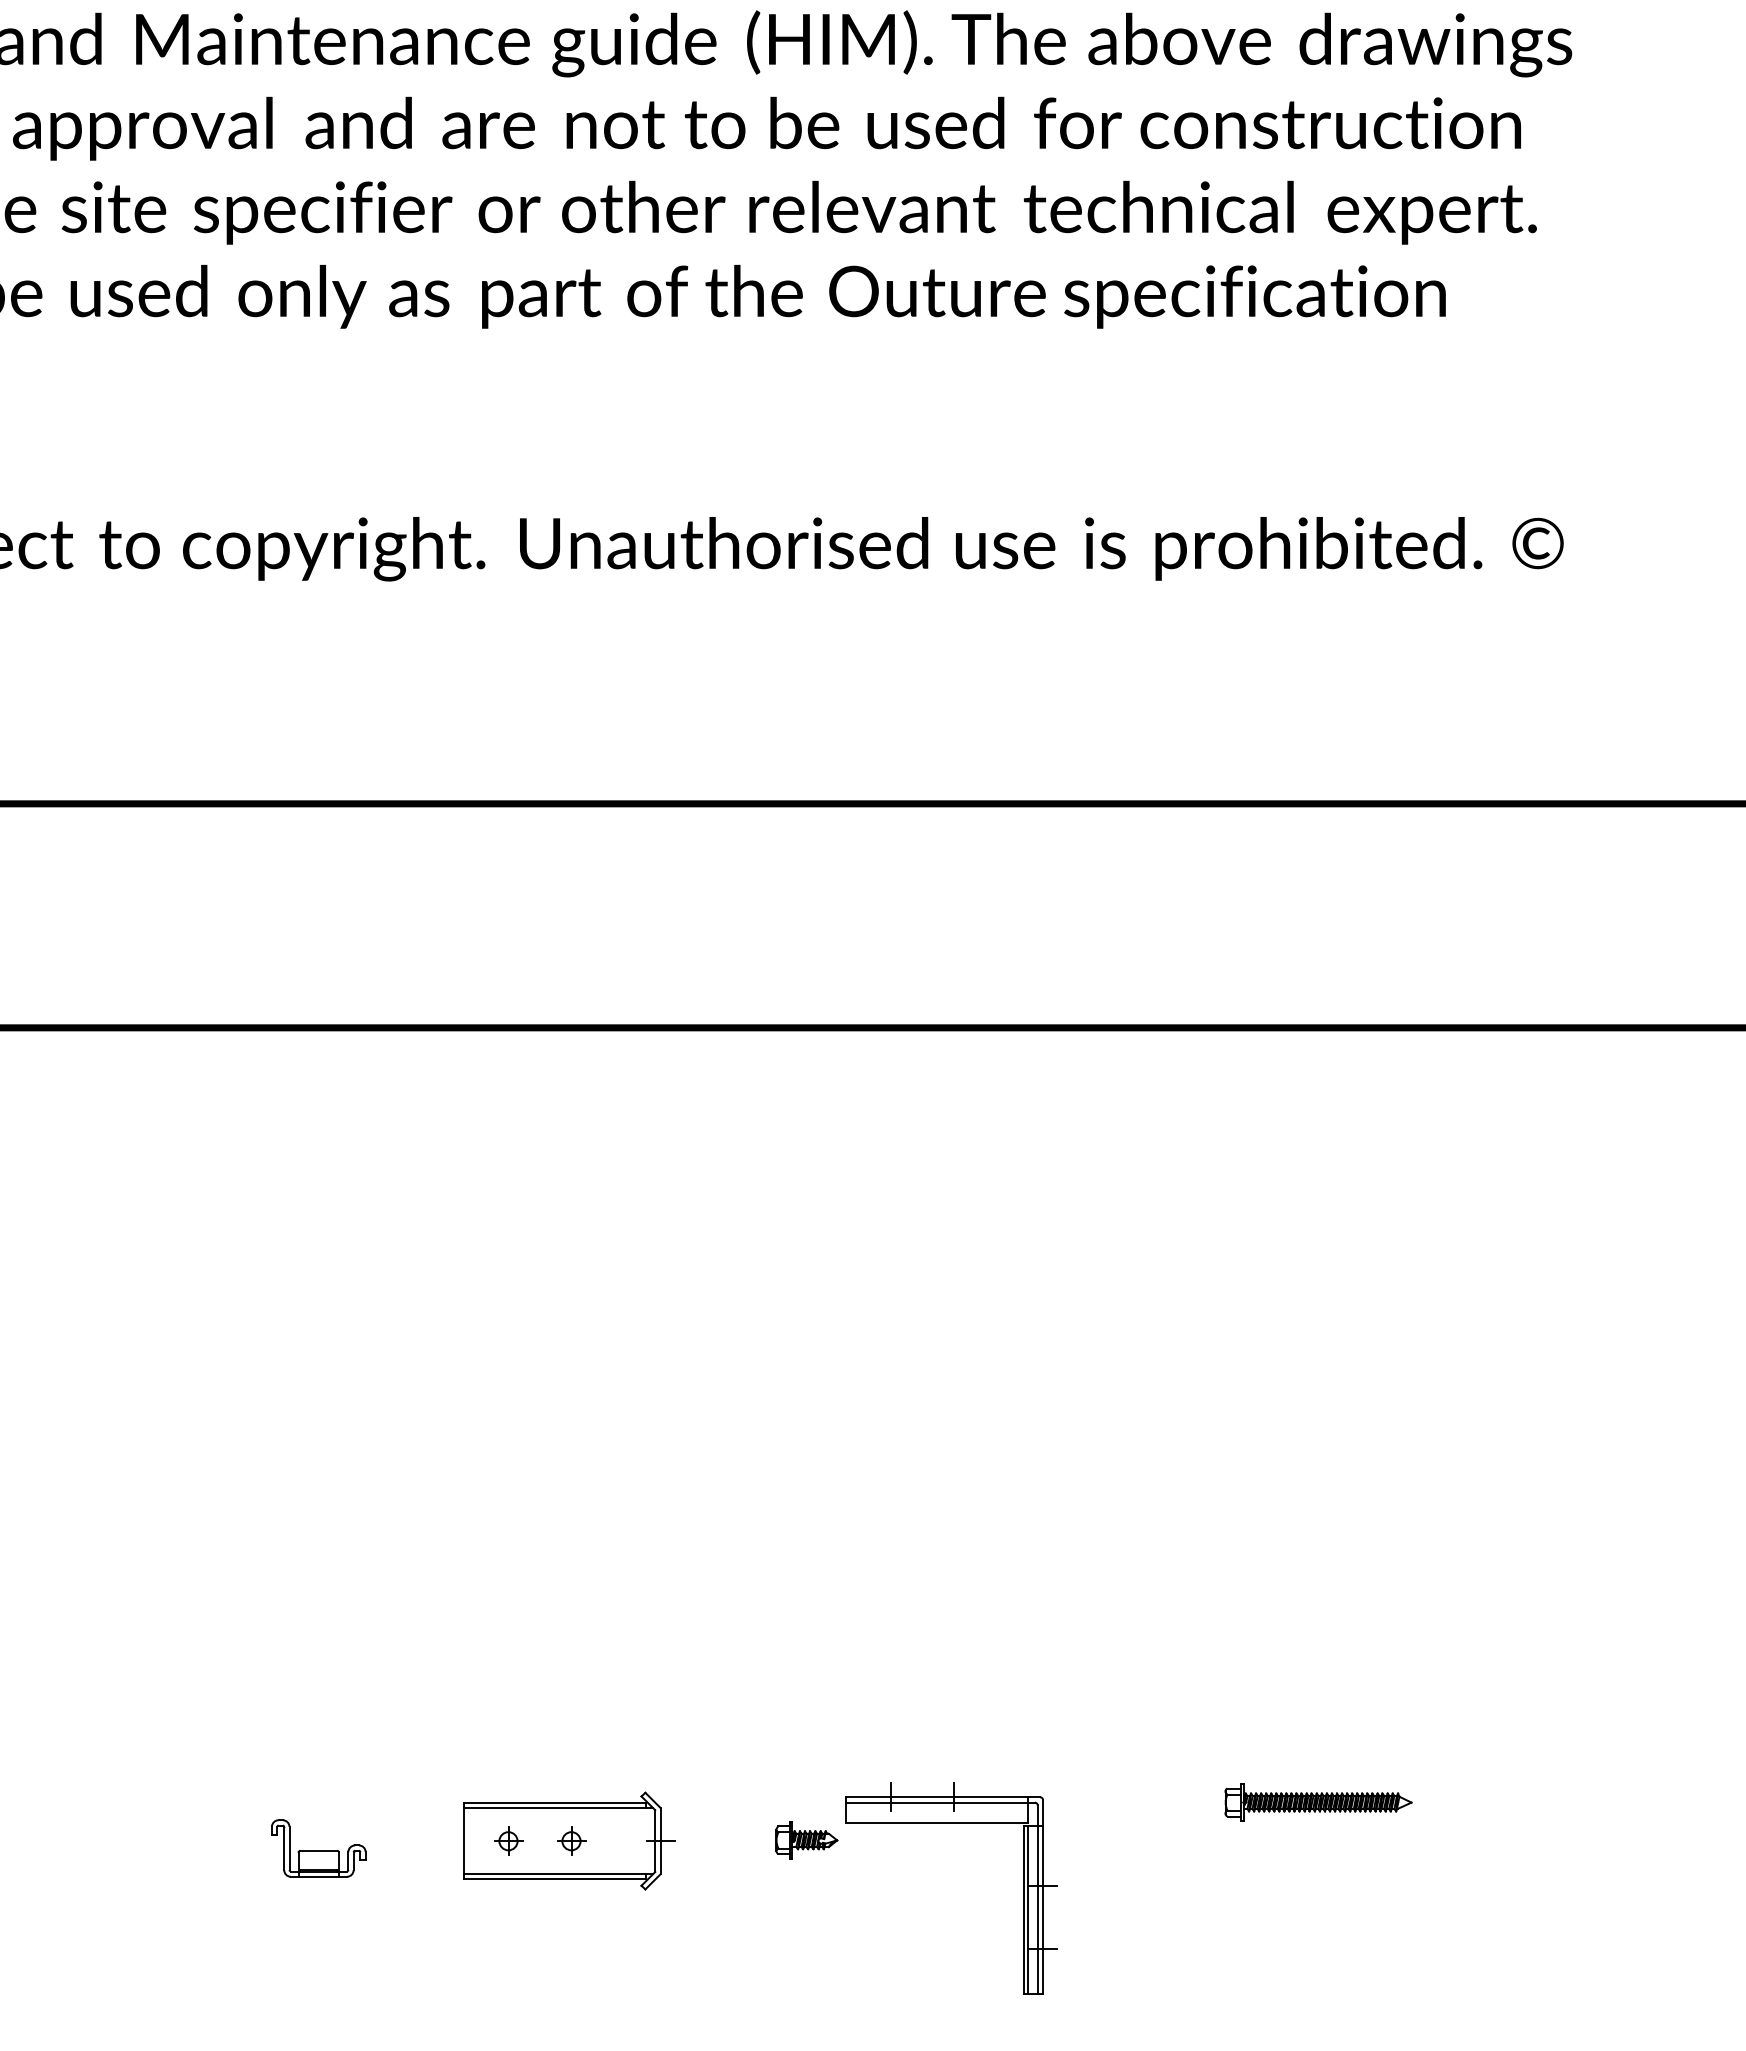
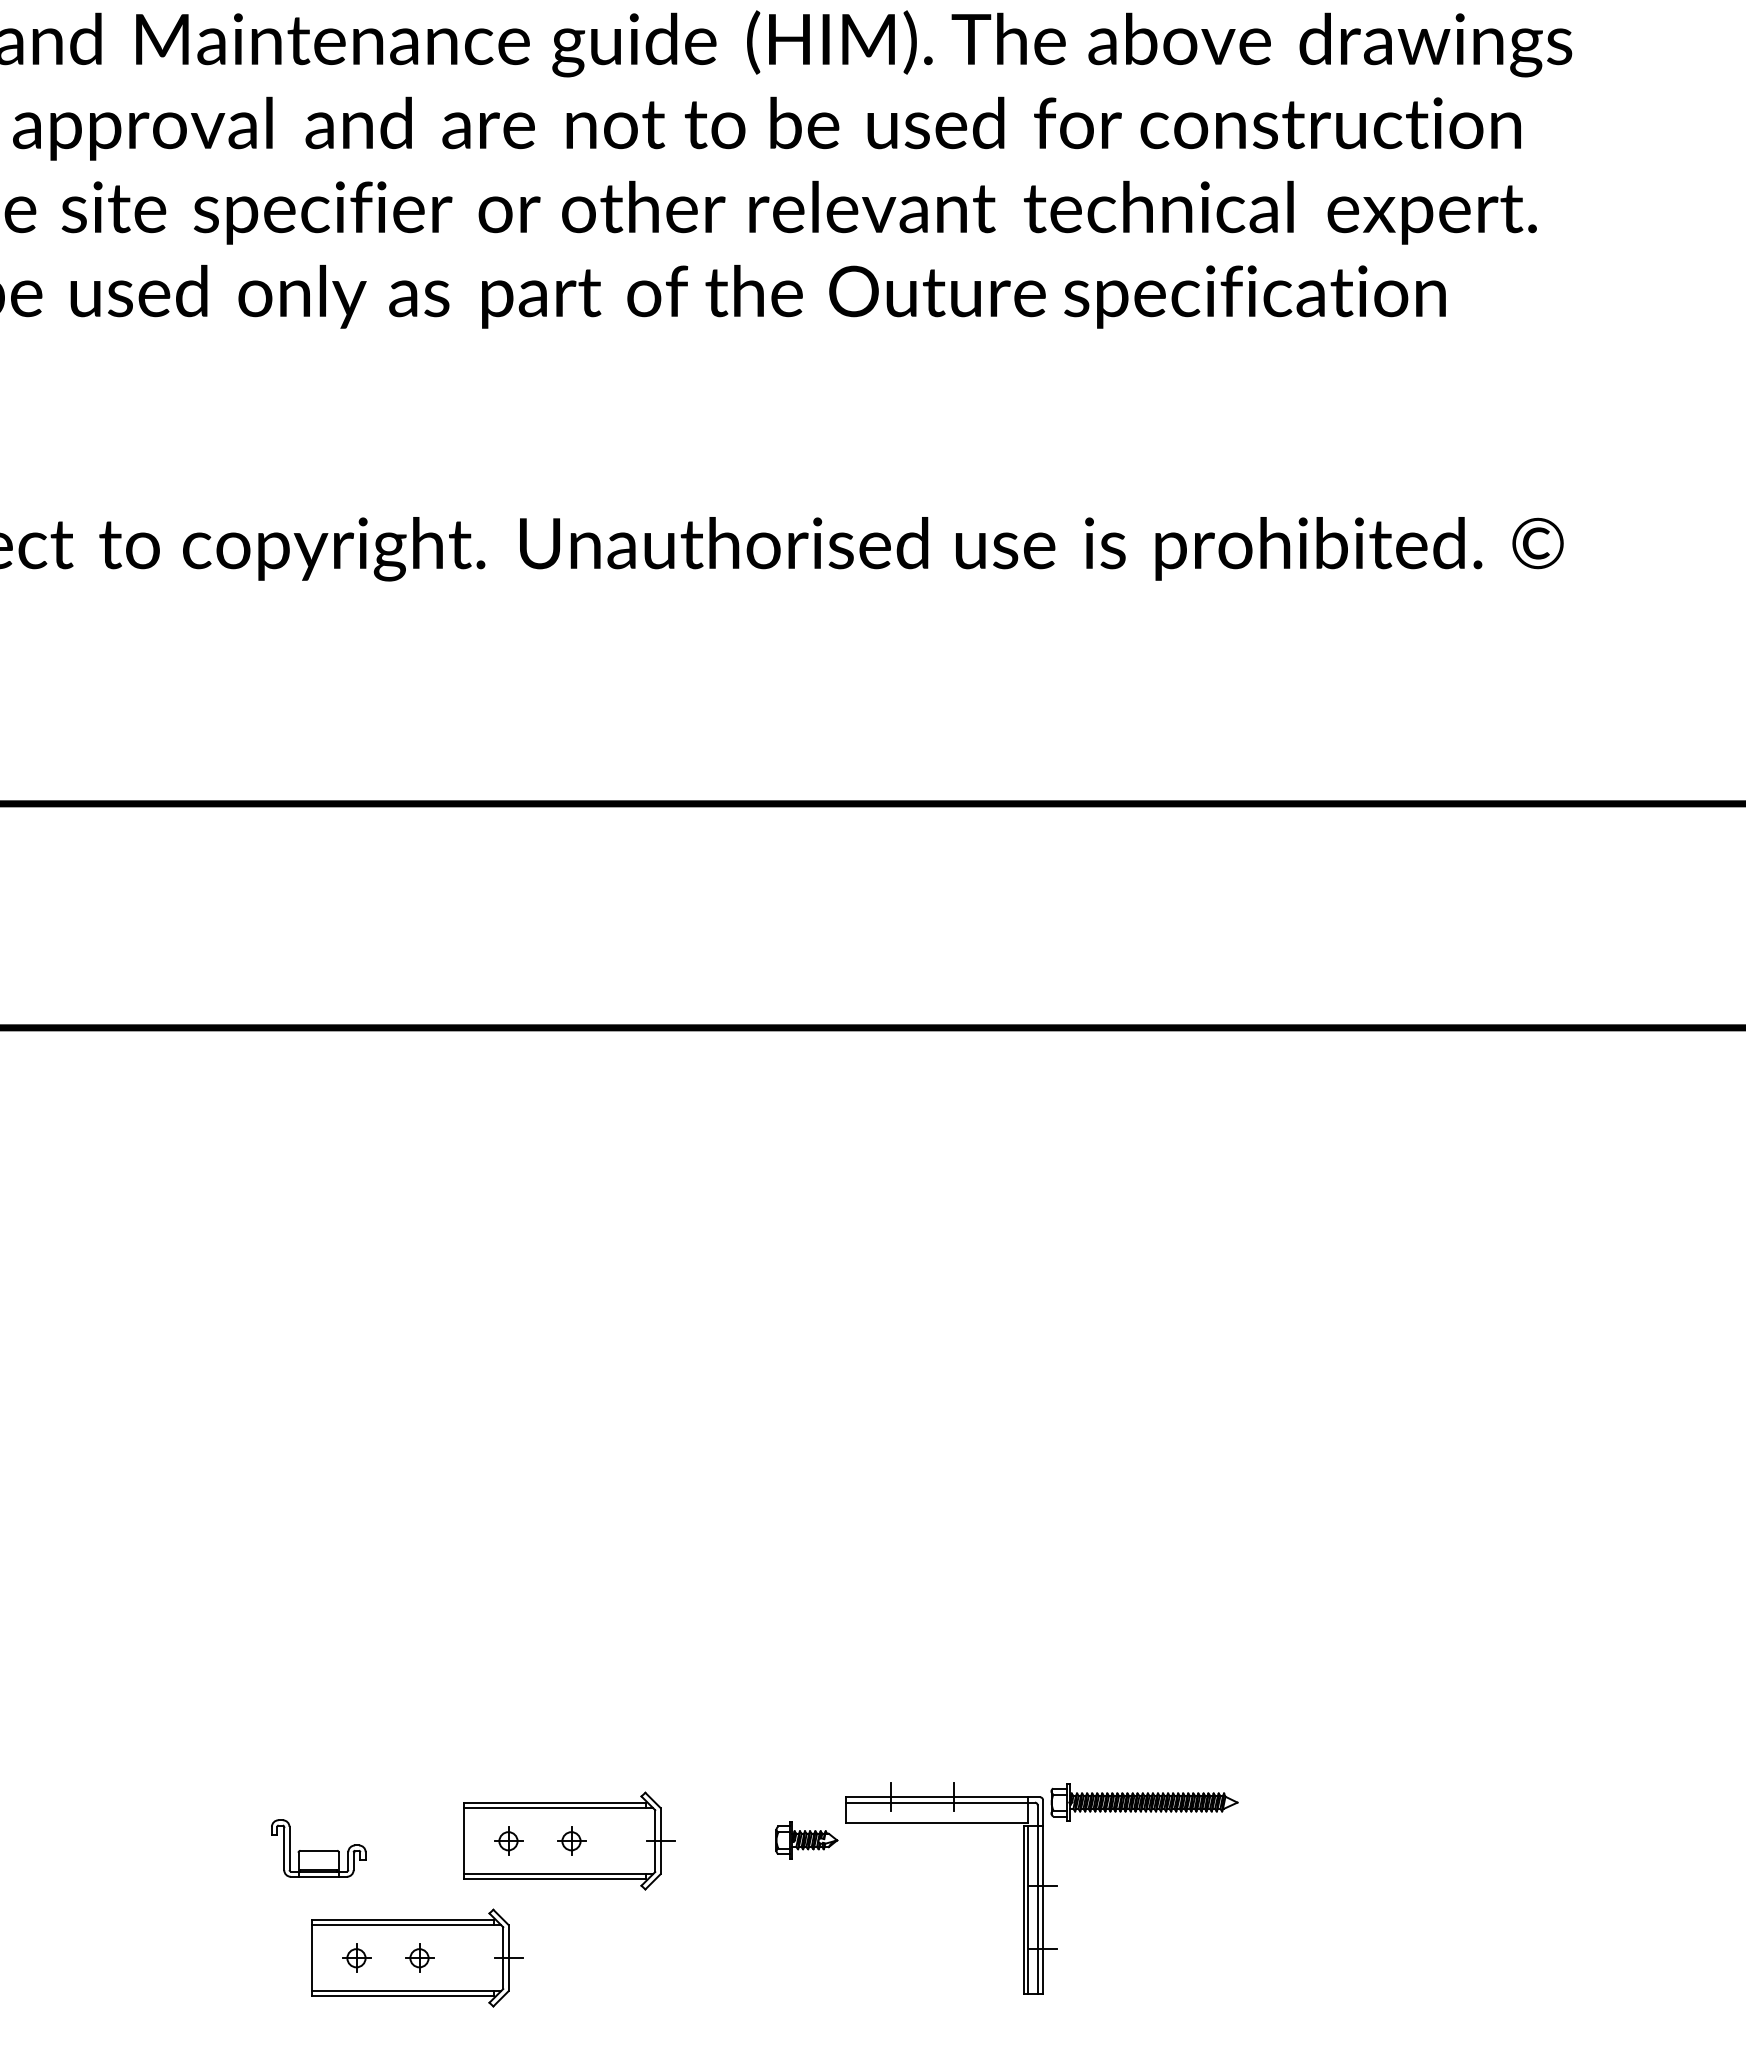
part at (1318, 1802) position: (1318, 1802) -> (1144, 1802)
part at (417, 1957): none -> present
